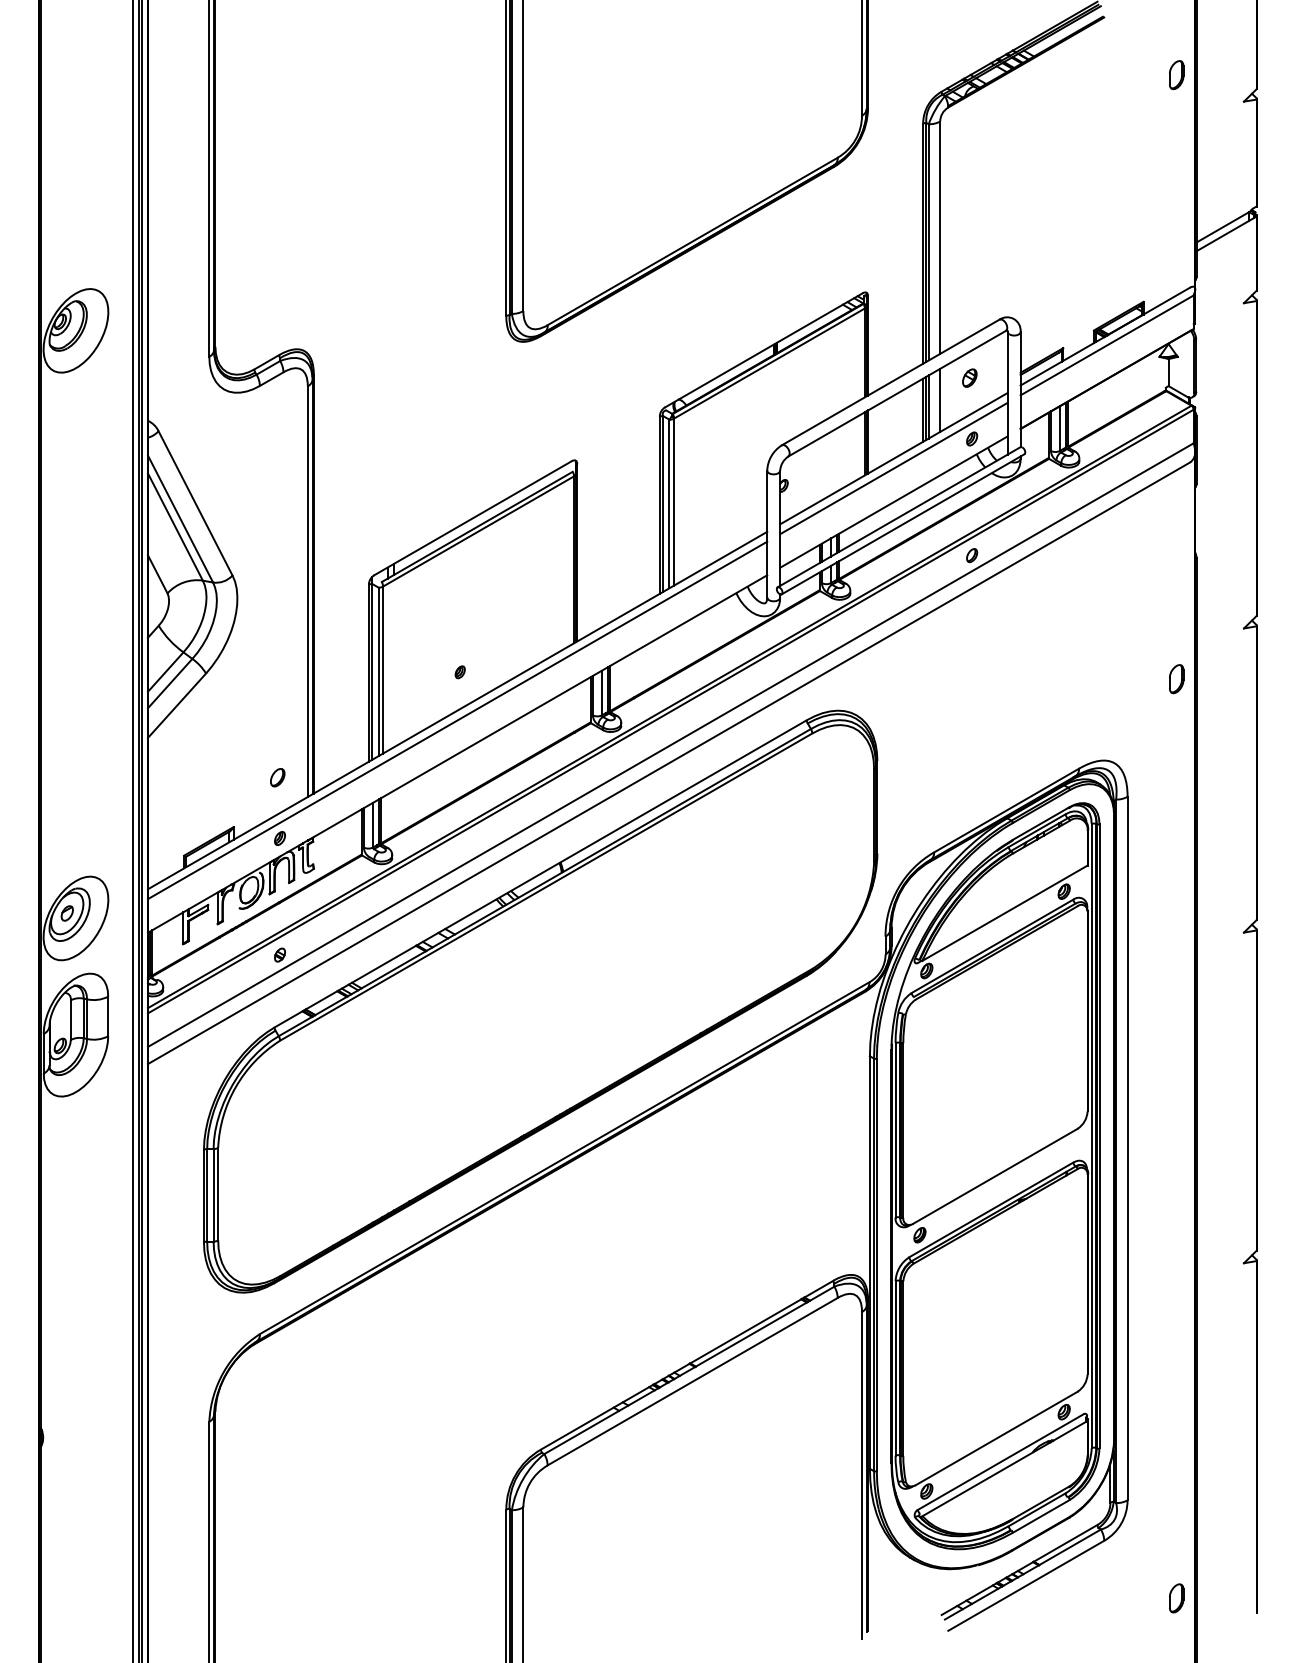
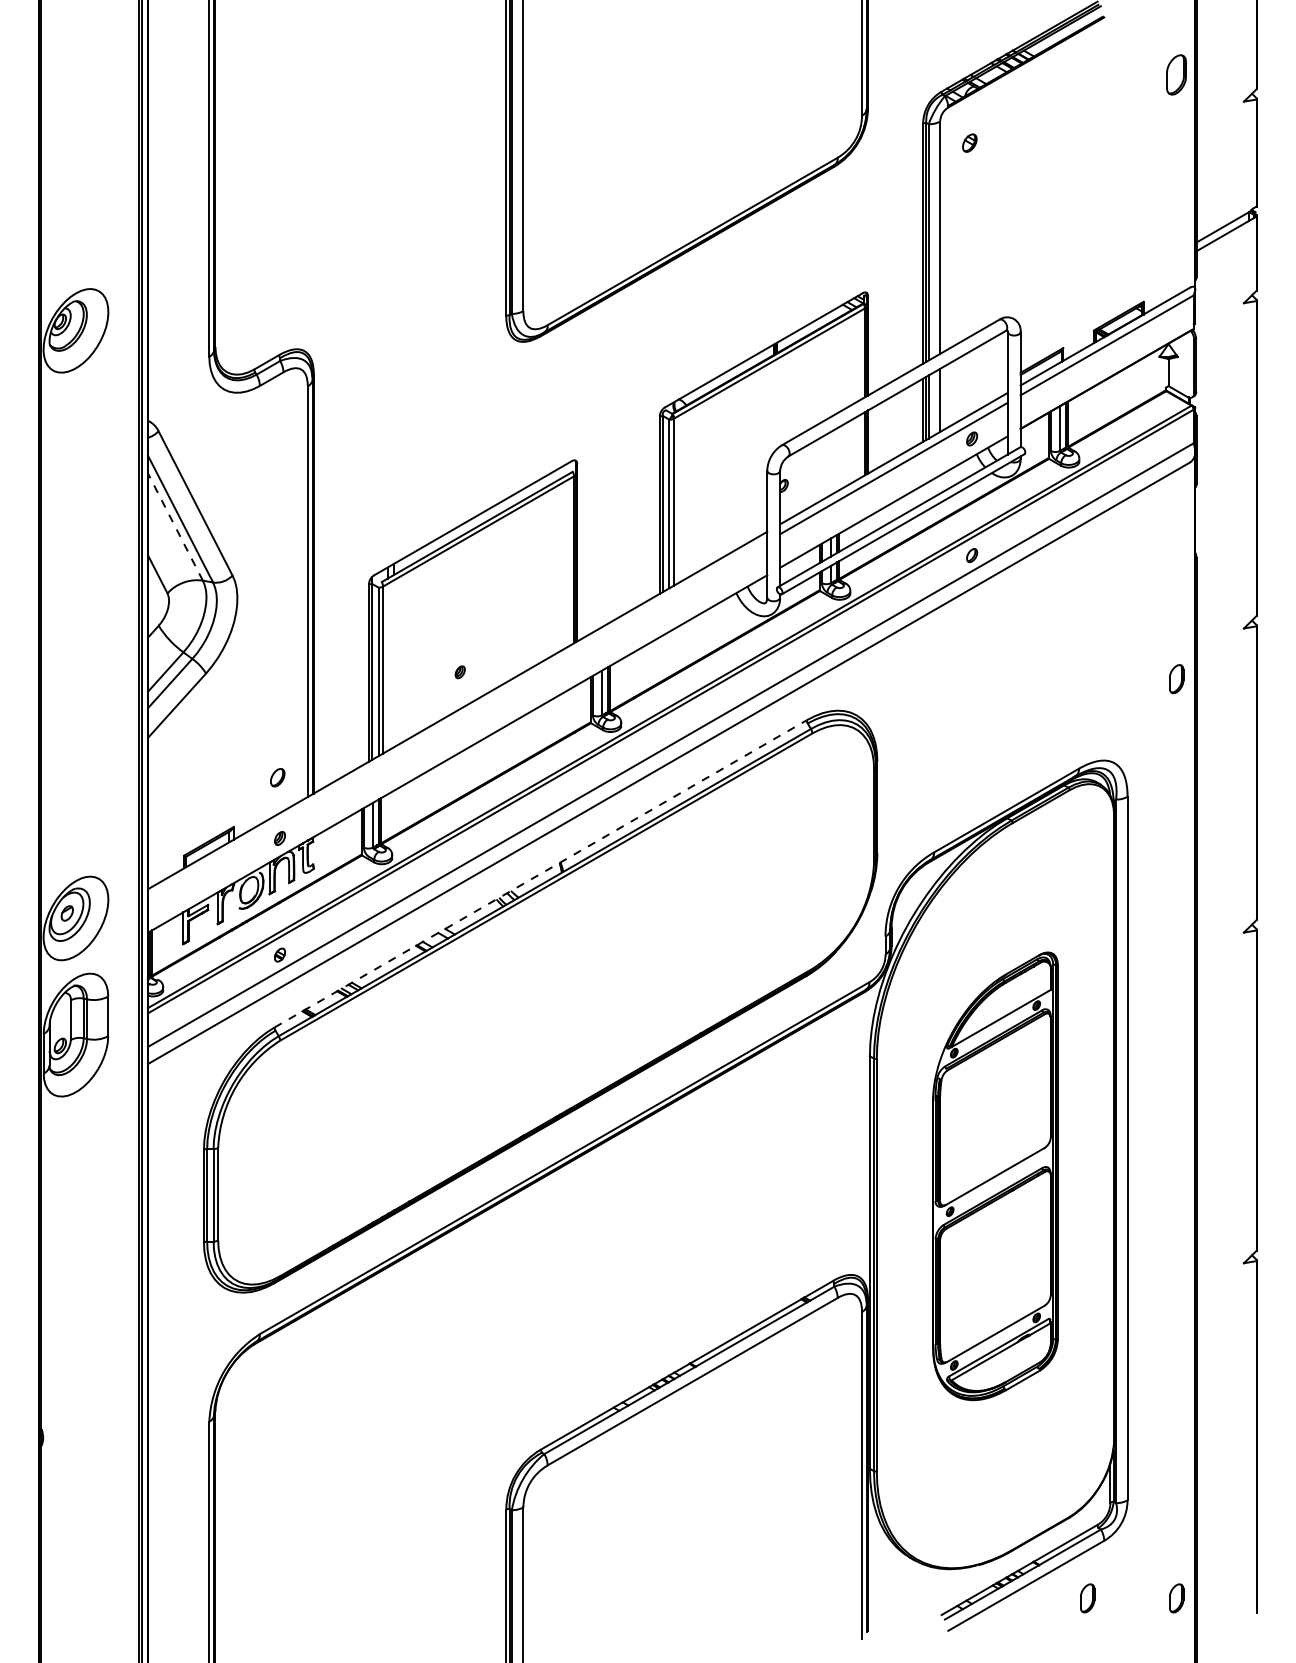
part at (1176, 75) size: 16x31 px -> 21x42 px
part at (969, 377) position: (969, 377) -> (969, 142)
line at (175, 526): solid -> dashed
line at (457, 720): present -> none
line at (133, 830): present -> none
line at (541, 873): solid -> dashed
part at (995, 1176) size: 211x749 px -> 127x451 px
part at (1087, 1598): none -> present
